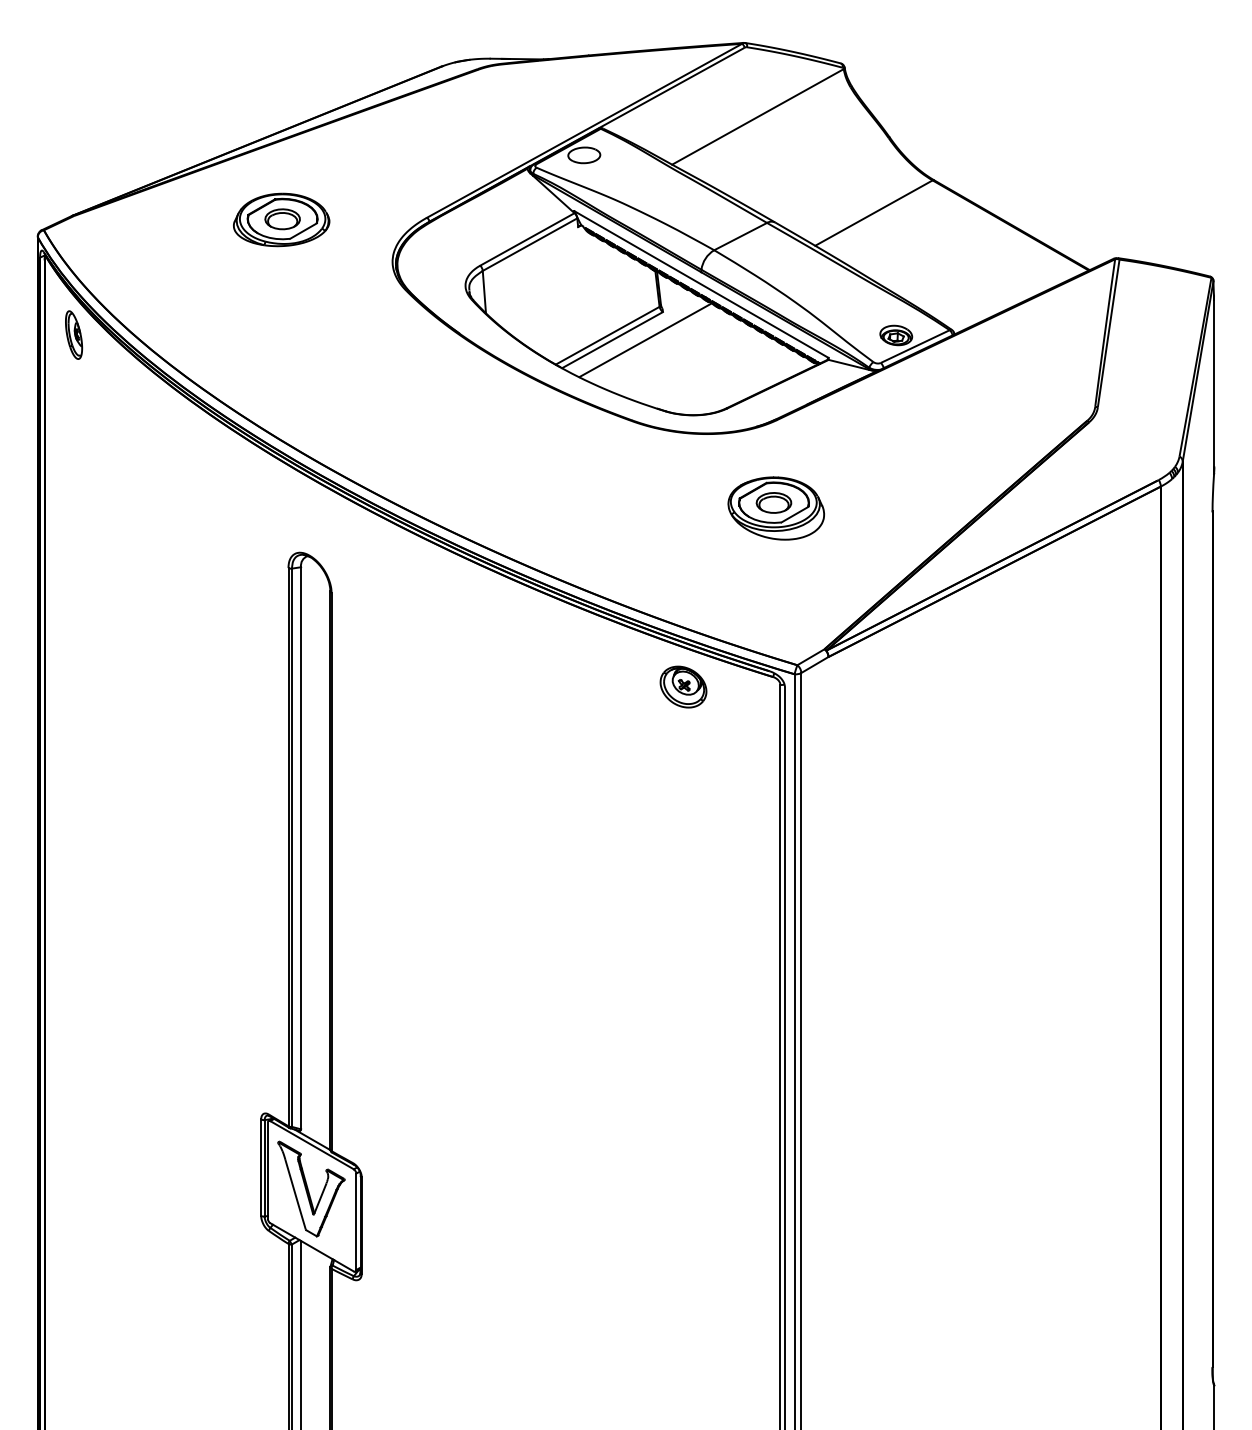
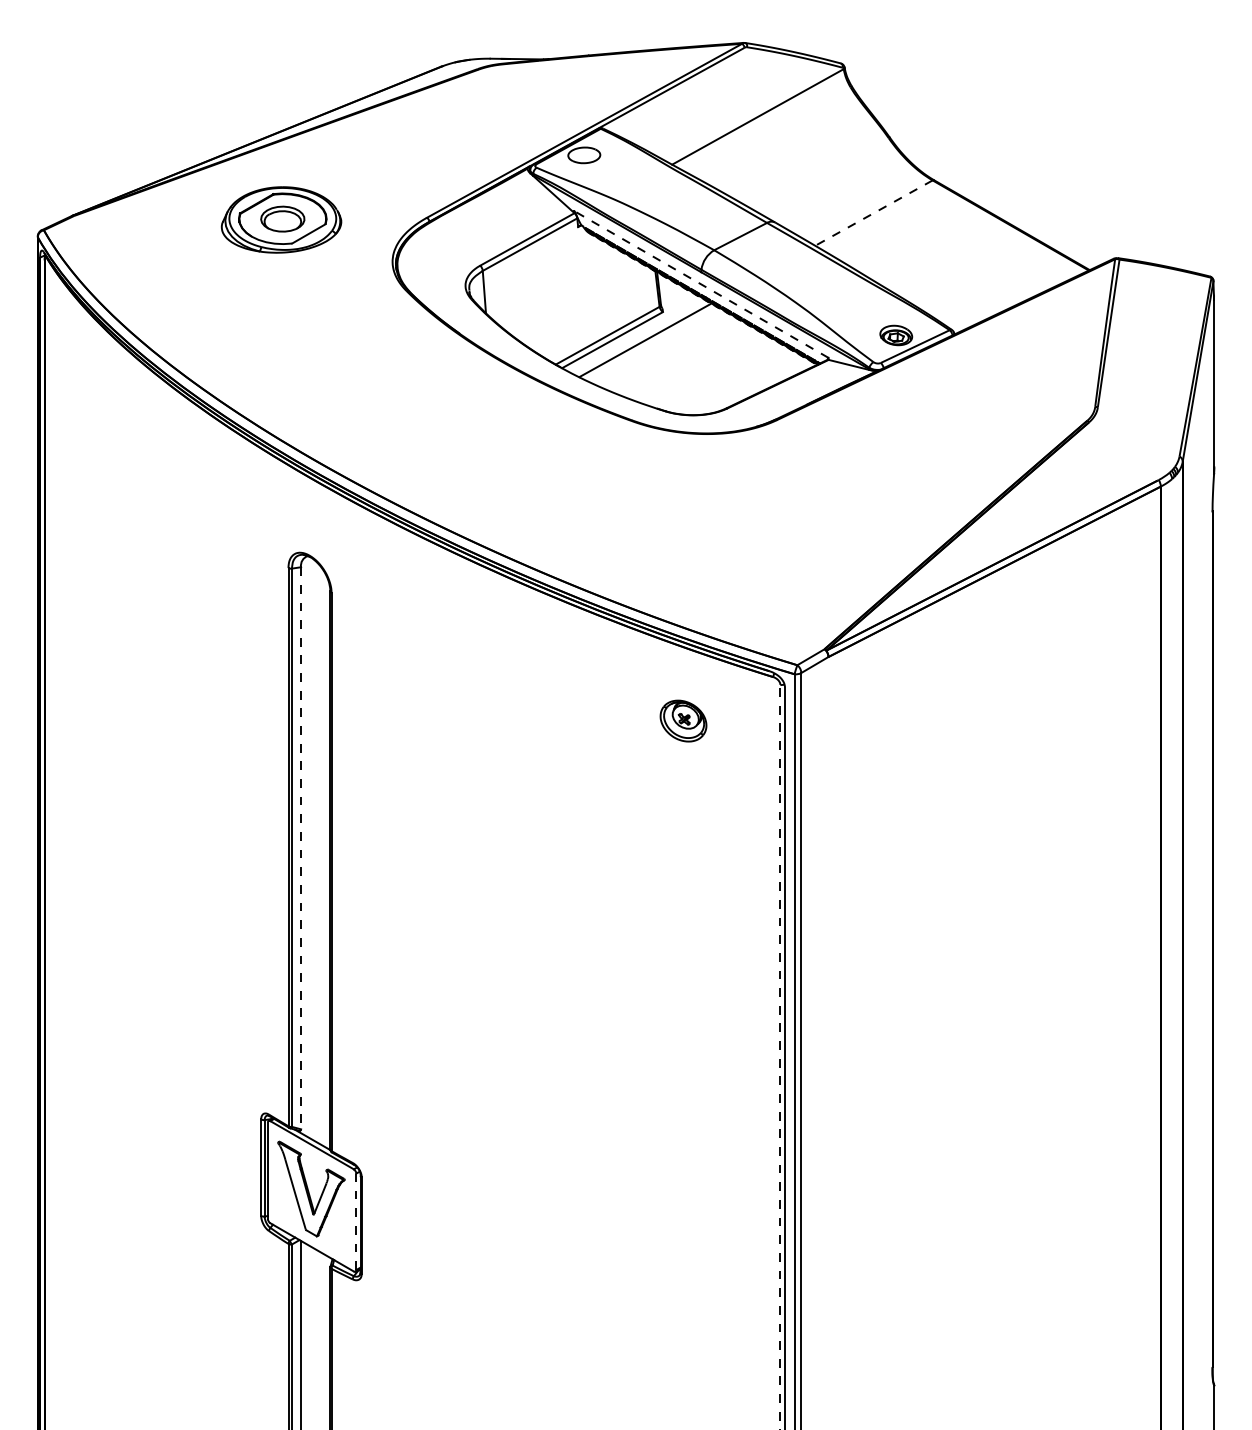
line at (873, 213): solid -> dashed
part at (281, 219) size: 98x56 px -> 123x68 px
line at (701, 284): solid -> dashed
part at (74, 334): present -> none
part at (775, 508): present -> none
part at (683, 686) position: (683, 686) -> (683, 720)
line at (301, 848): solid -> dashed
line at (780, 1056): solid -> dashed
line at (356, 1221): solid -> dashed
